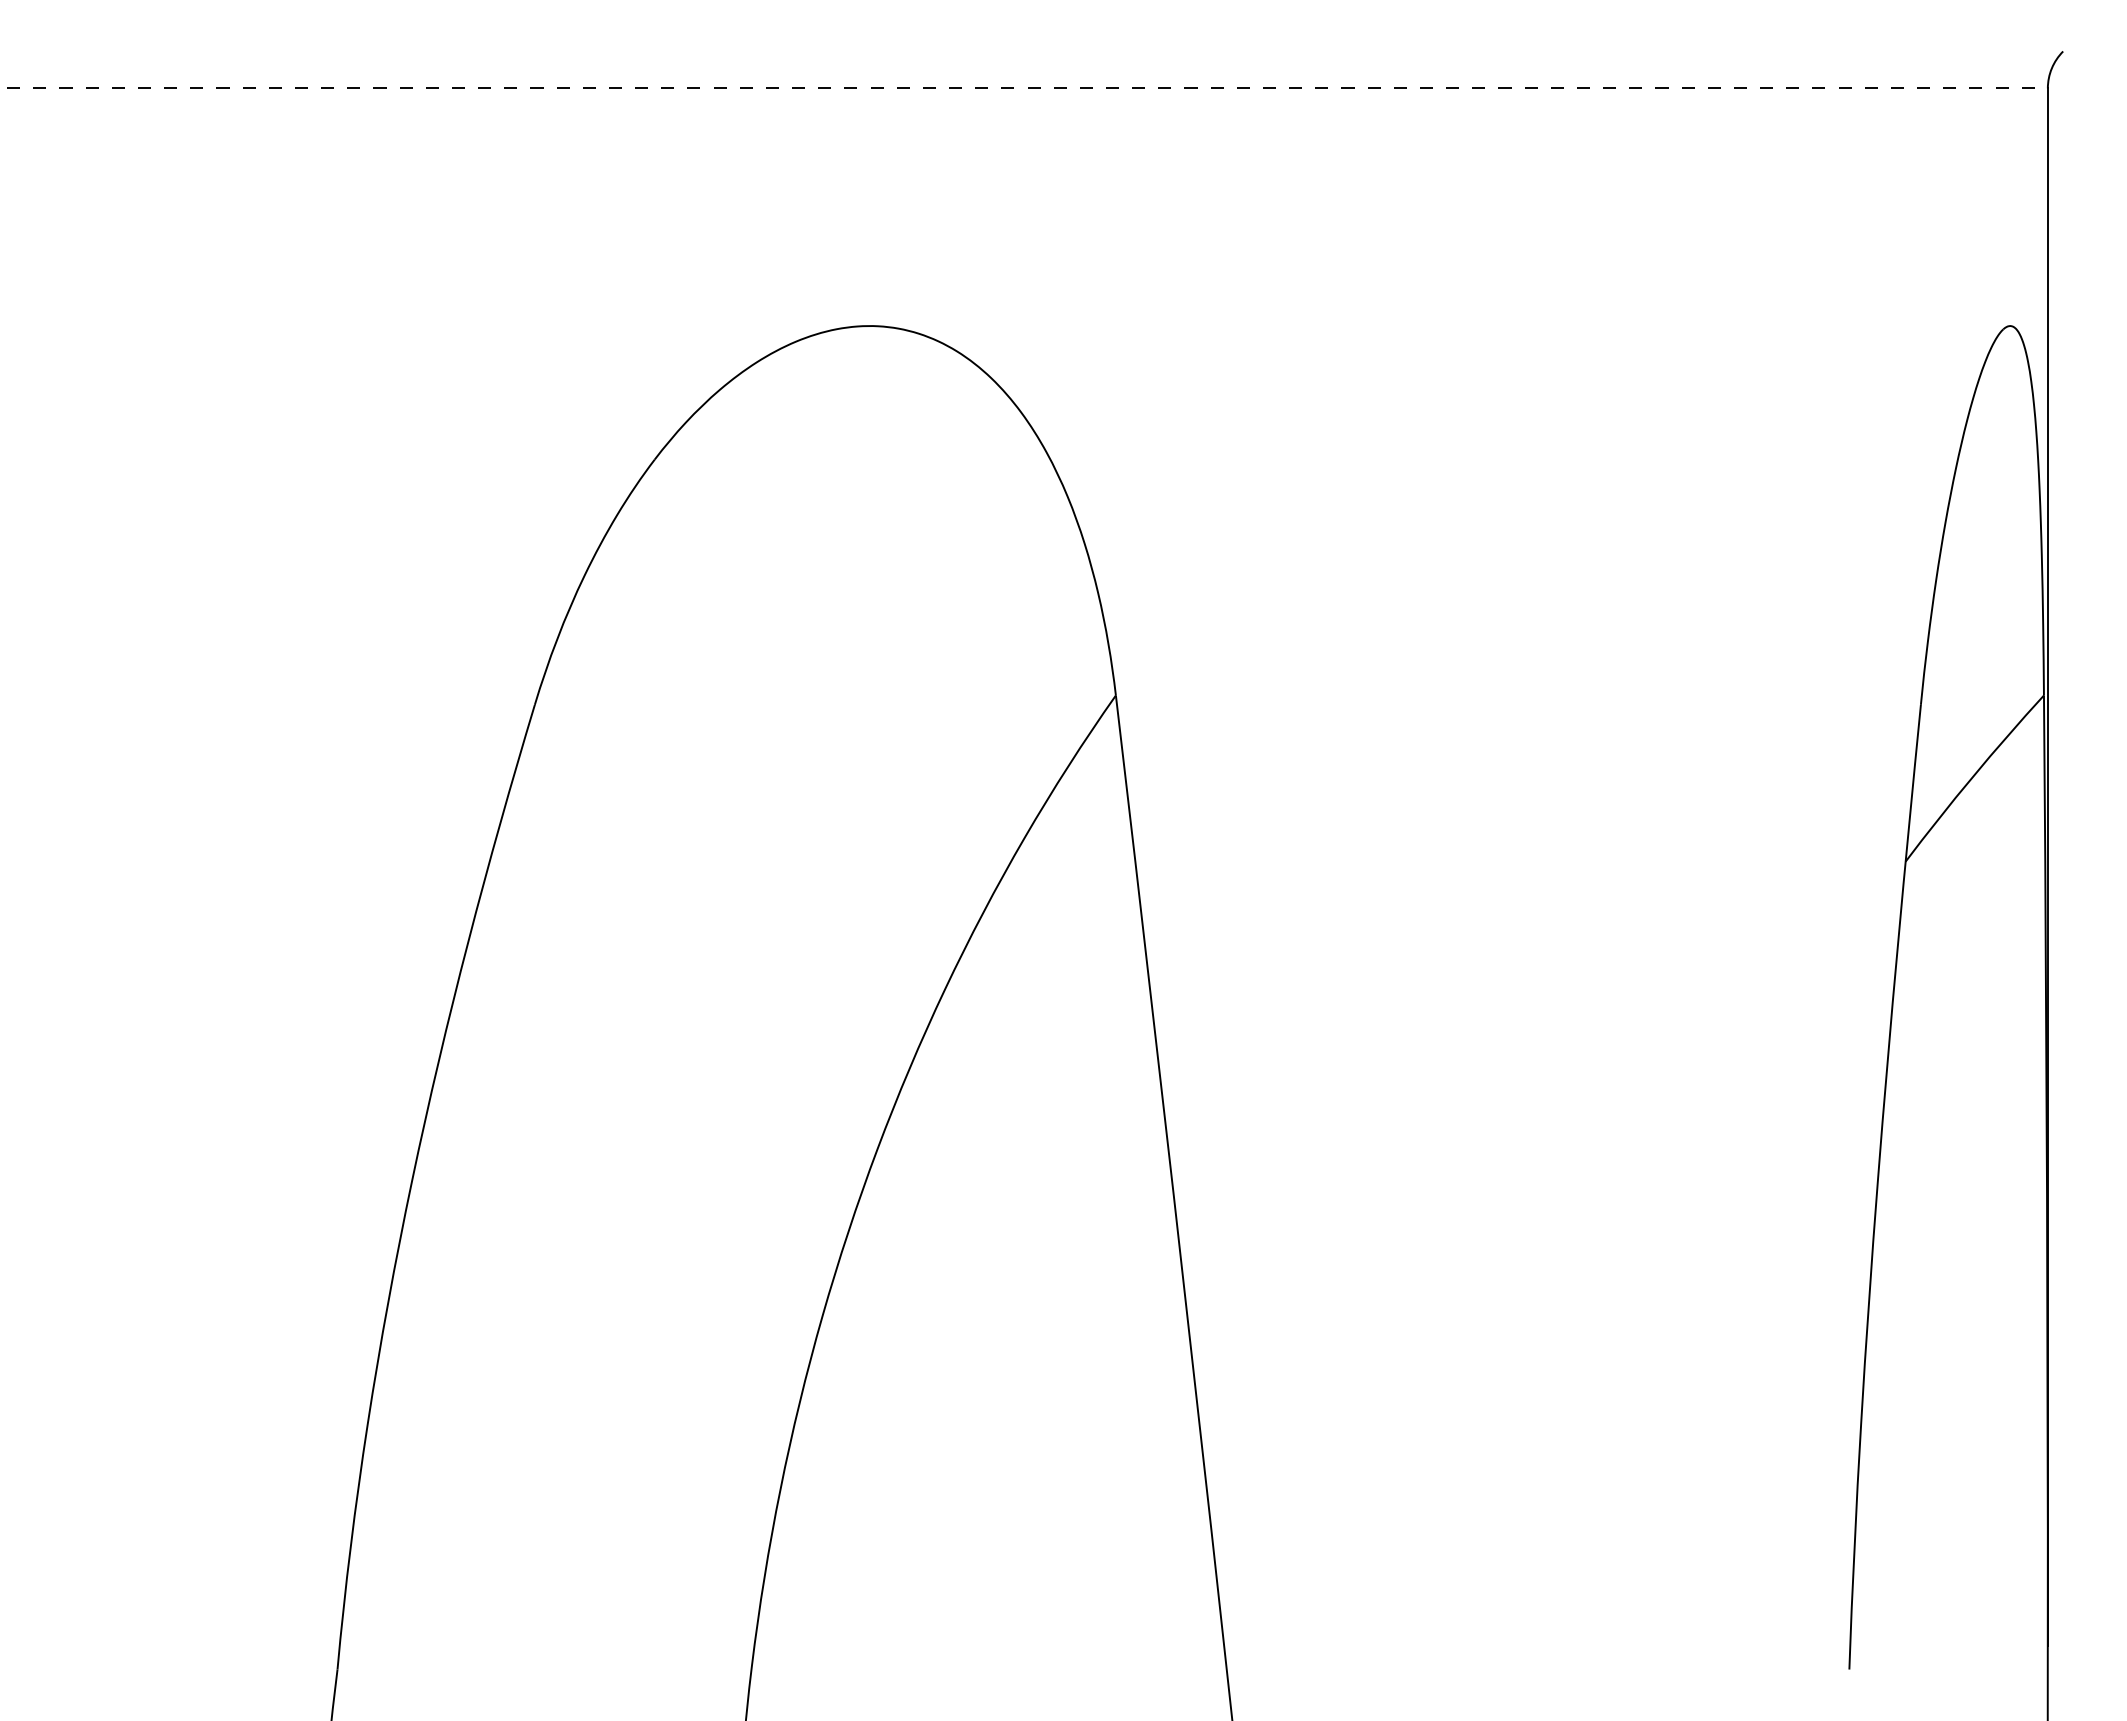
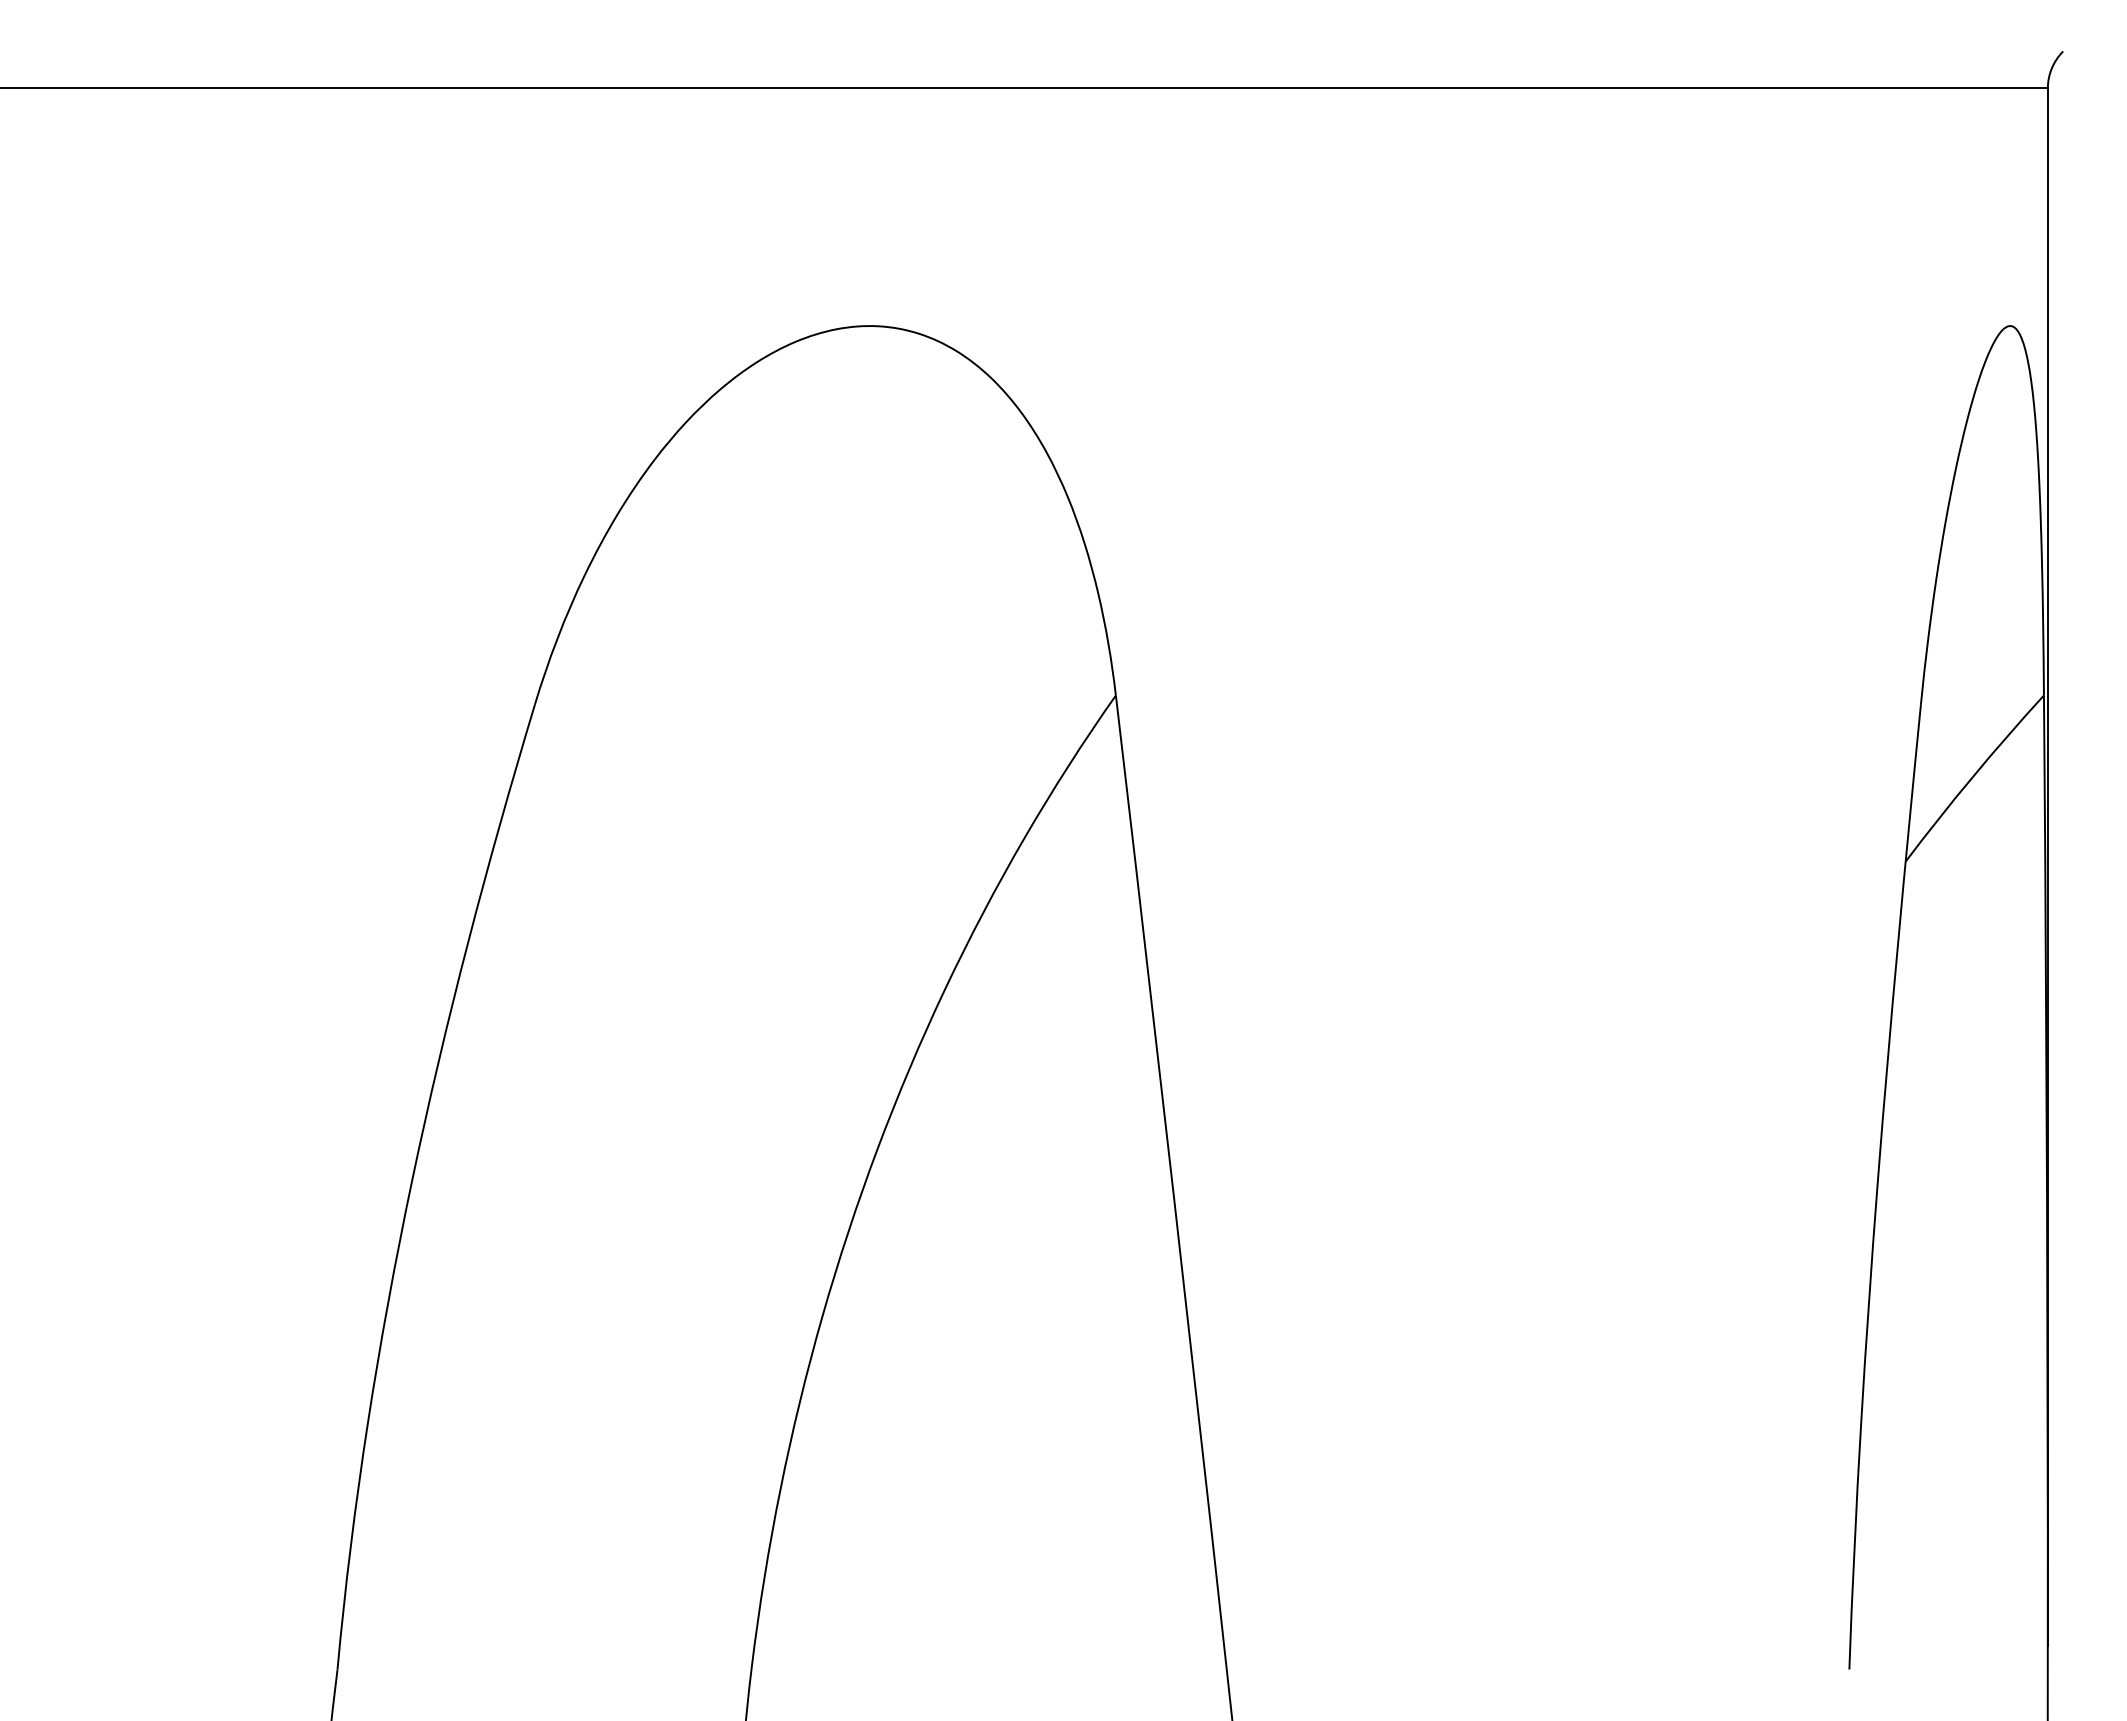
line at (1024, 88): dashed -> solid
